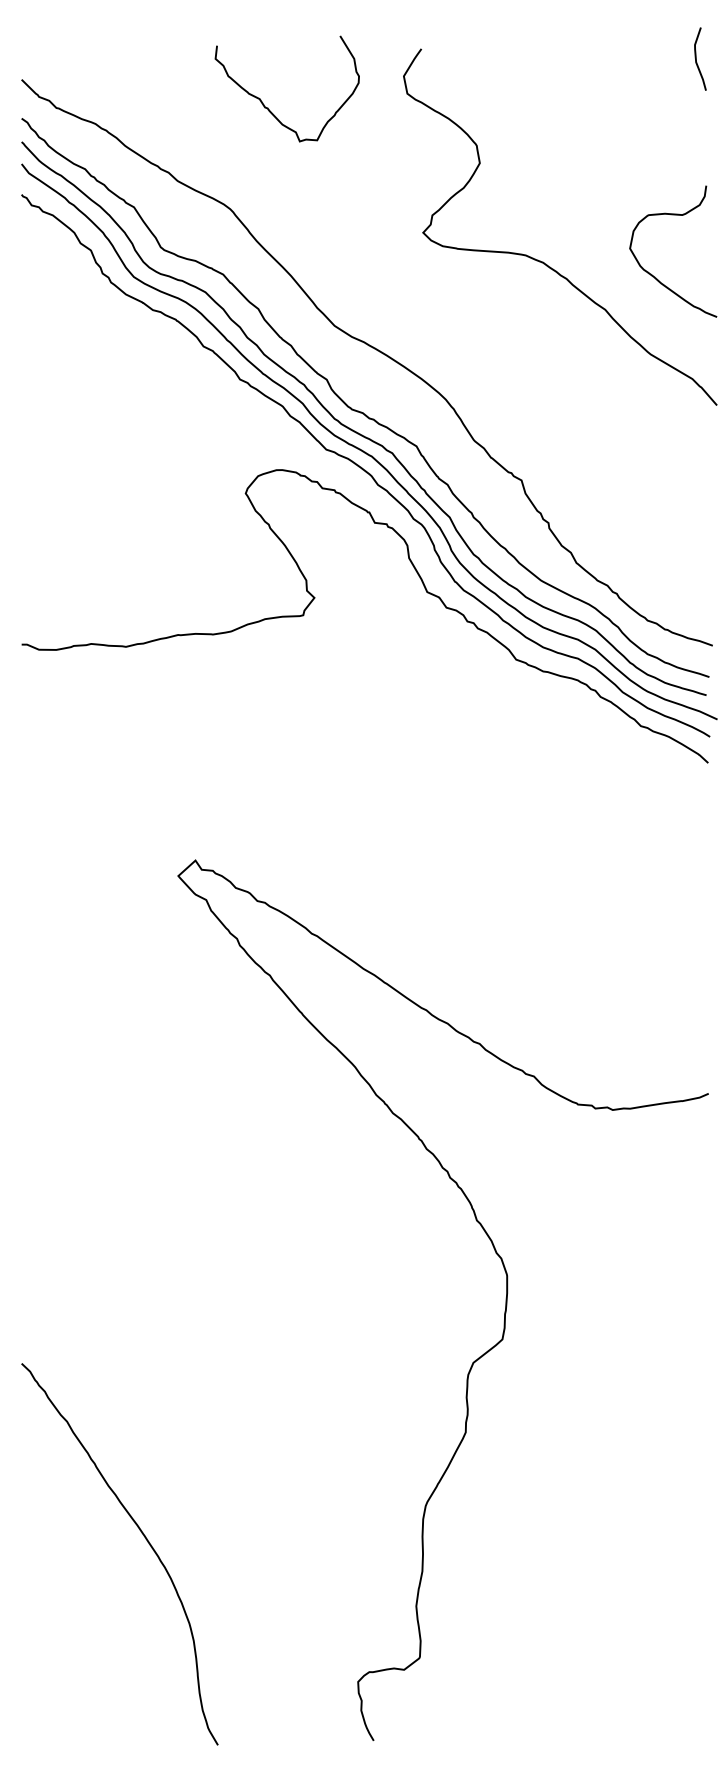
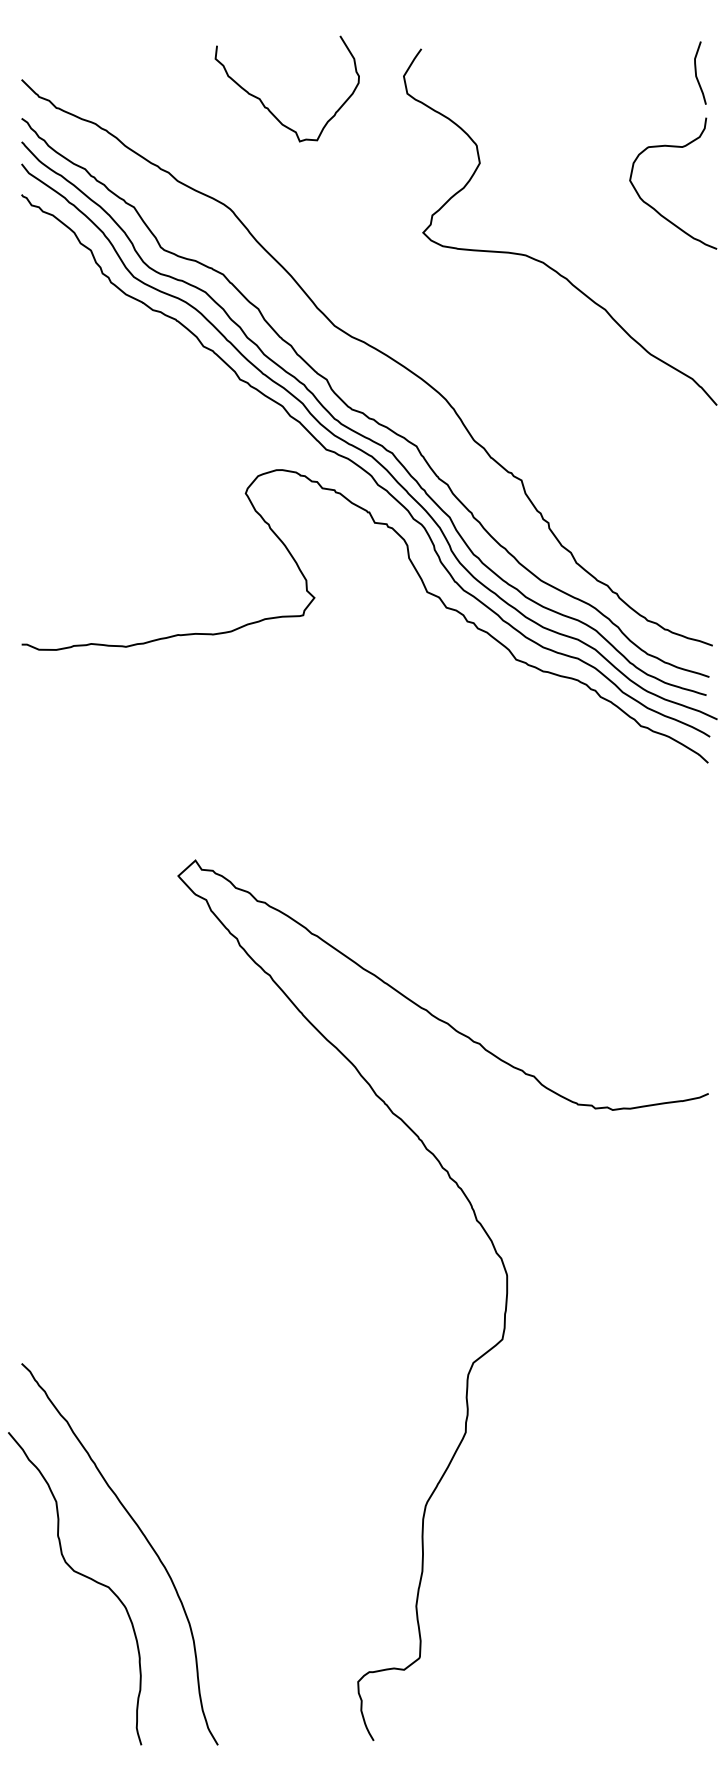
curve at (696, 58) position: (696, 58) -> (696, 72)
curve at (656, 277) position: (656, 277) -> (656, 209)
curve at (78, 1574): none -> present
